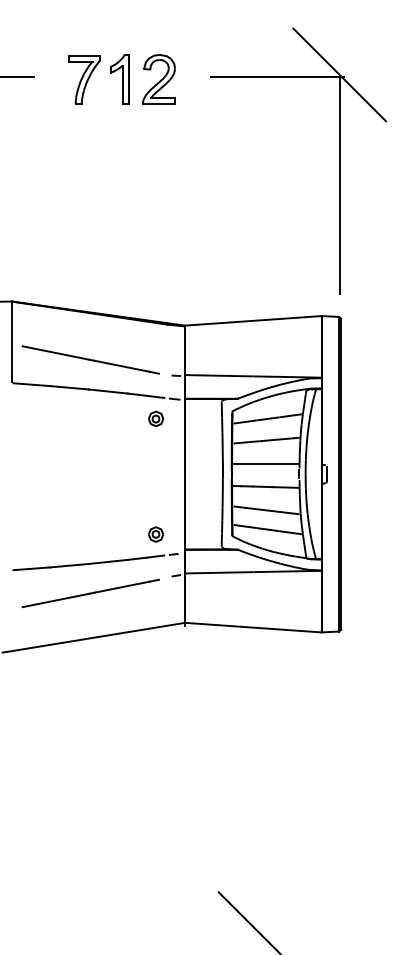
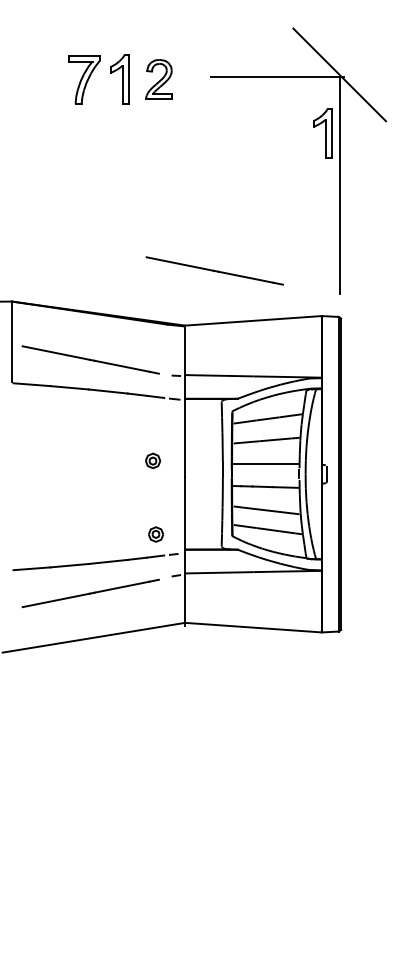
line at (17, 76): present -> none
part at (158, 79) size: 34x51 px -> 28x41 px
part at (322, 133): none -> present
line at (214, 270): none -> present
part at (156, 418) position: (156, 418) -> (153, 460)
line at (247, 921): present -> none
